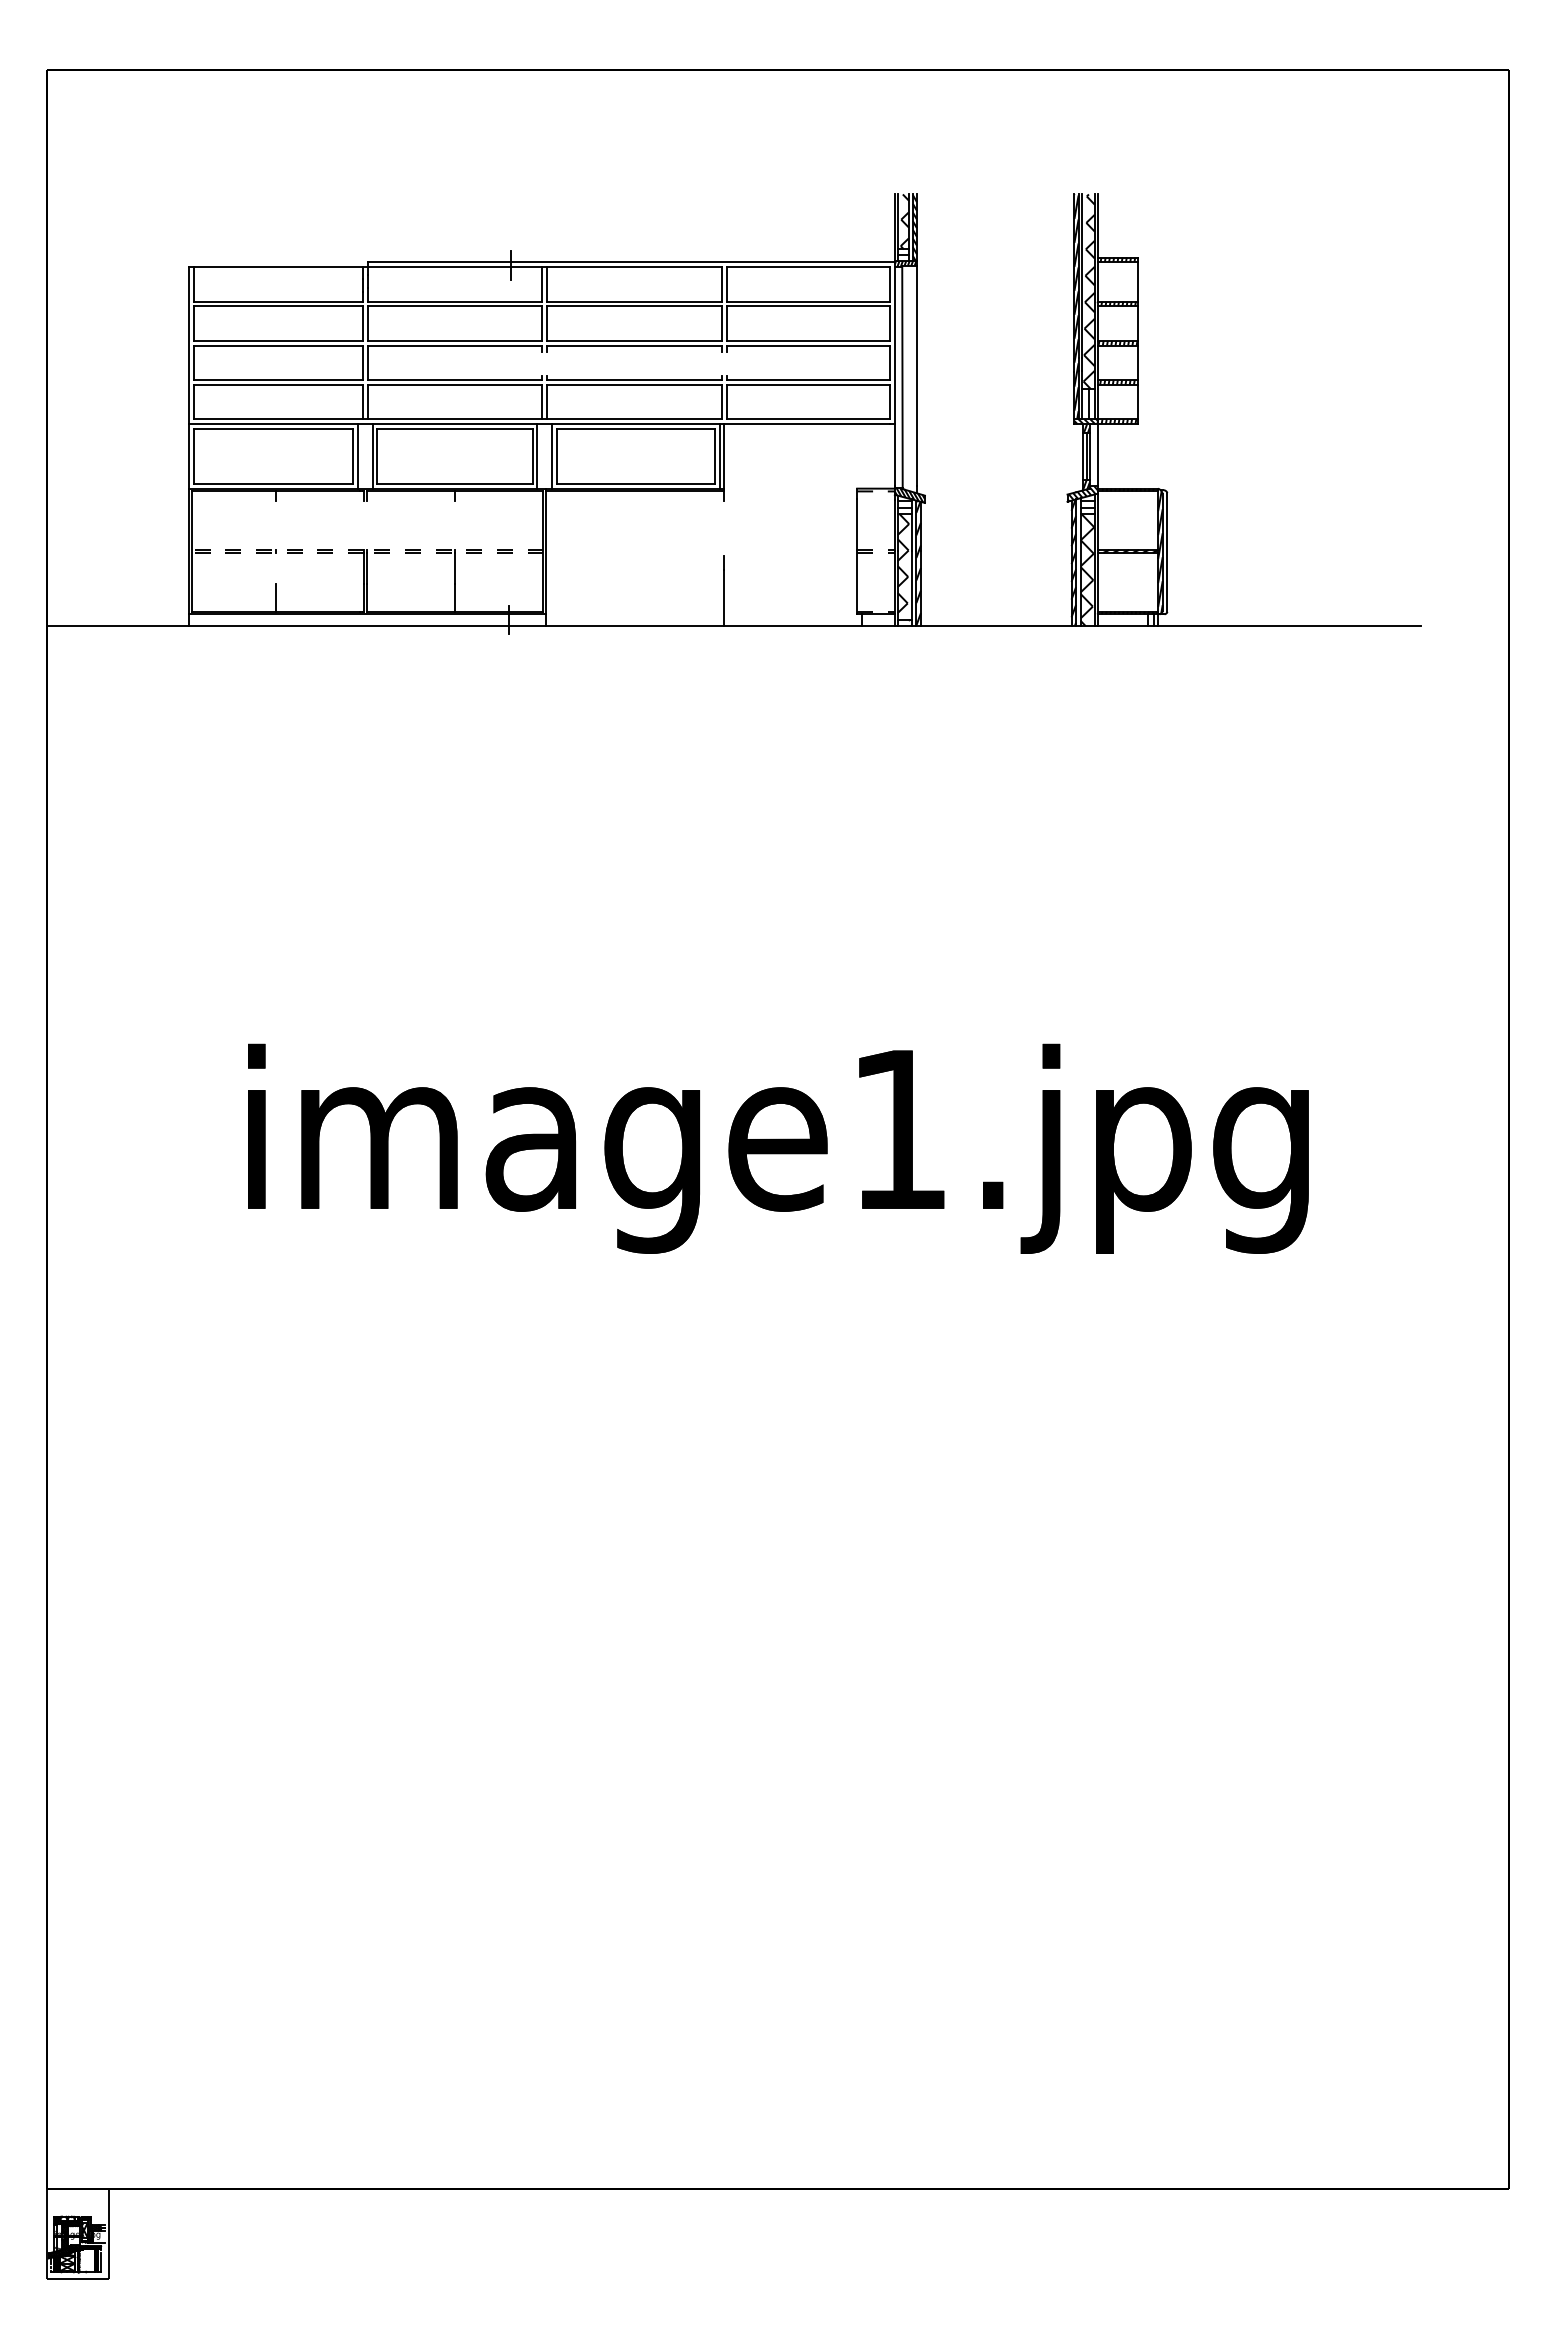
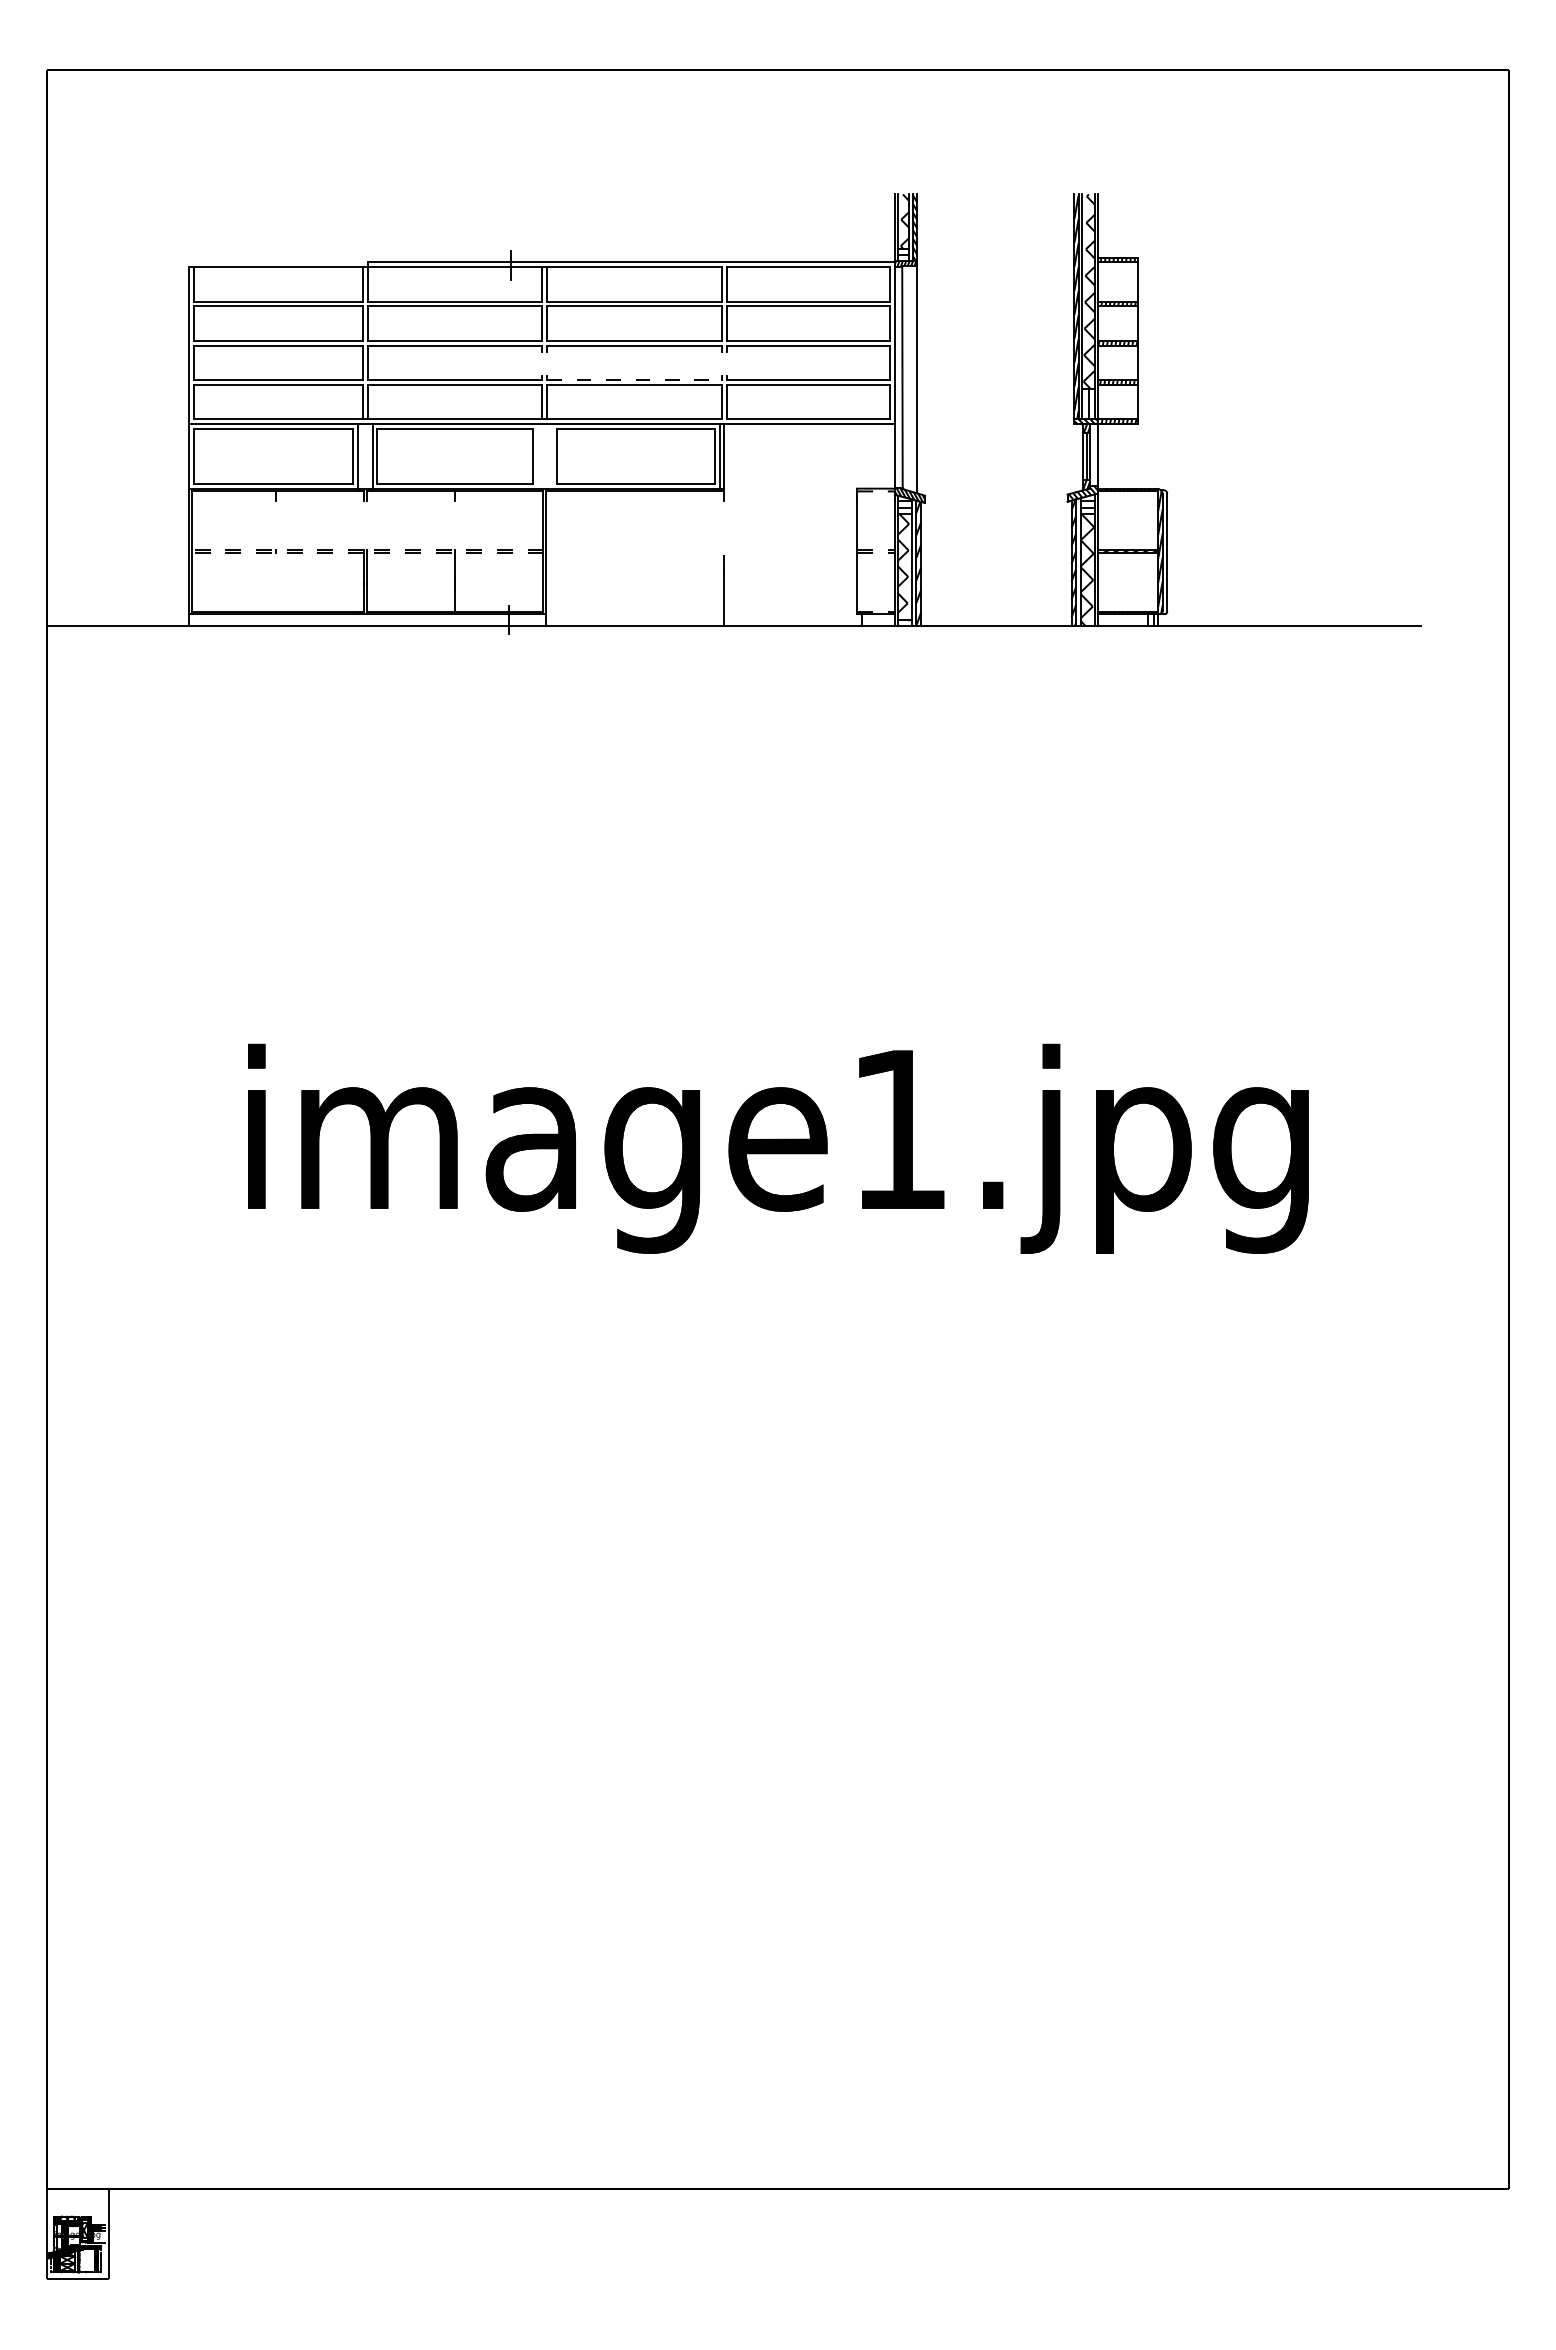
line at (635, 380): solid -> dashed
line at (537, 456): present -> none
line at (552, 456): present -> none
line at (275, 597): present -> none
